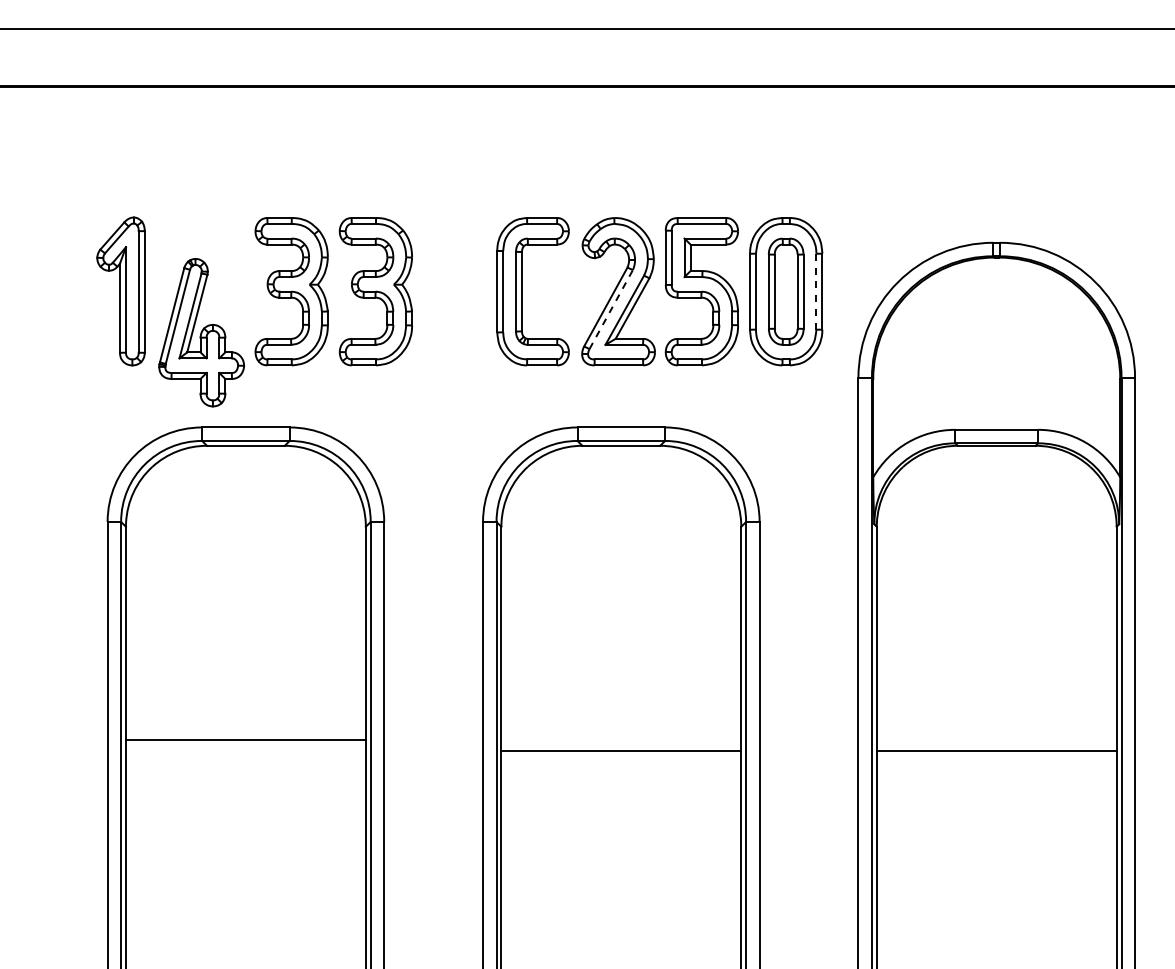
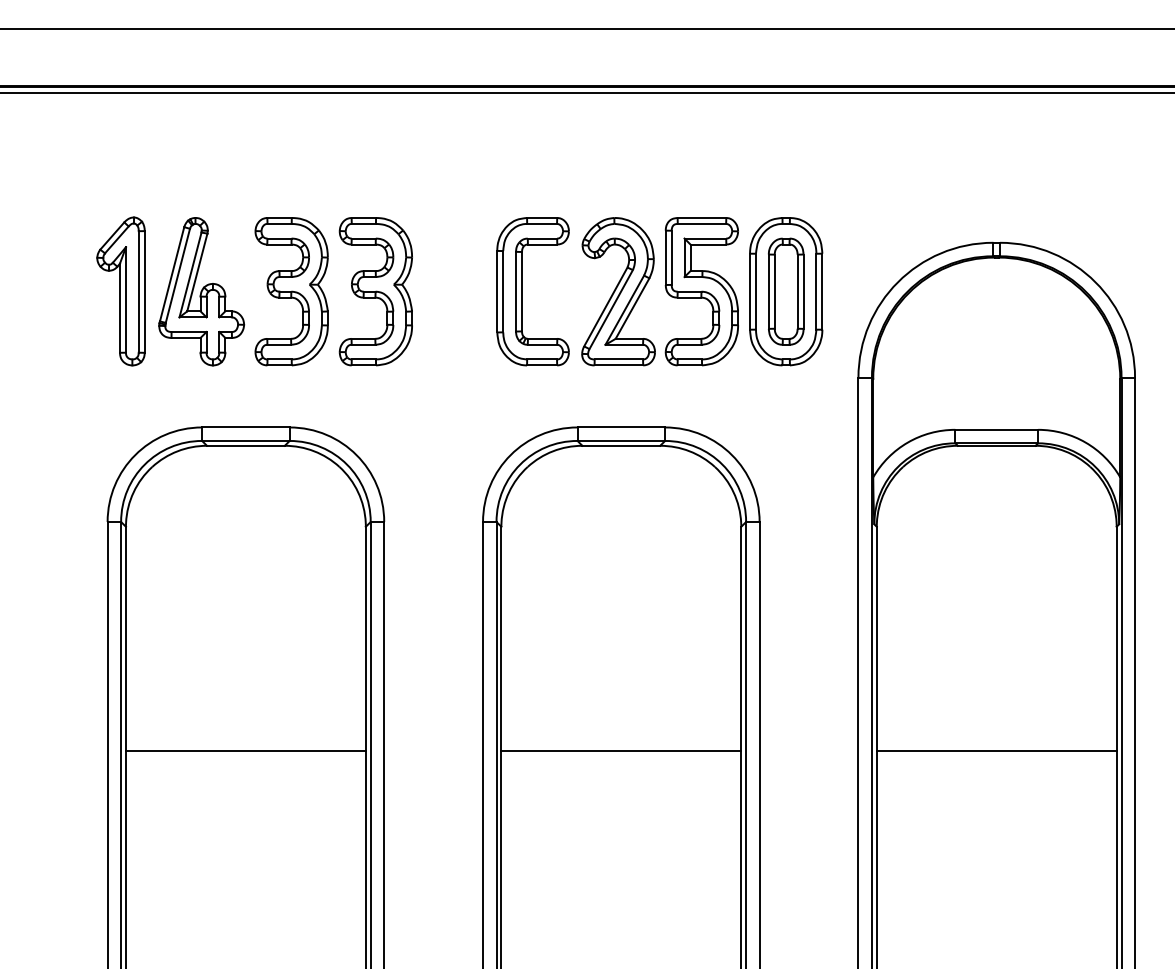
line at (586, 92): none -> present
line at (816, 291): dashed -> solid
line at (611, 309): dashed -> solid
part at (201, 332) position: (201, 332) -> (201, 291)
line at (245, 739) position: (245, 739) -> (245, 750)
